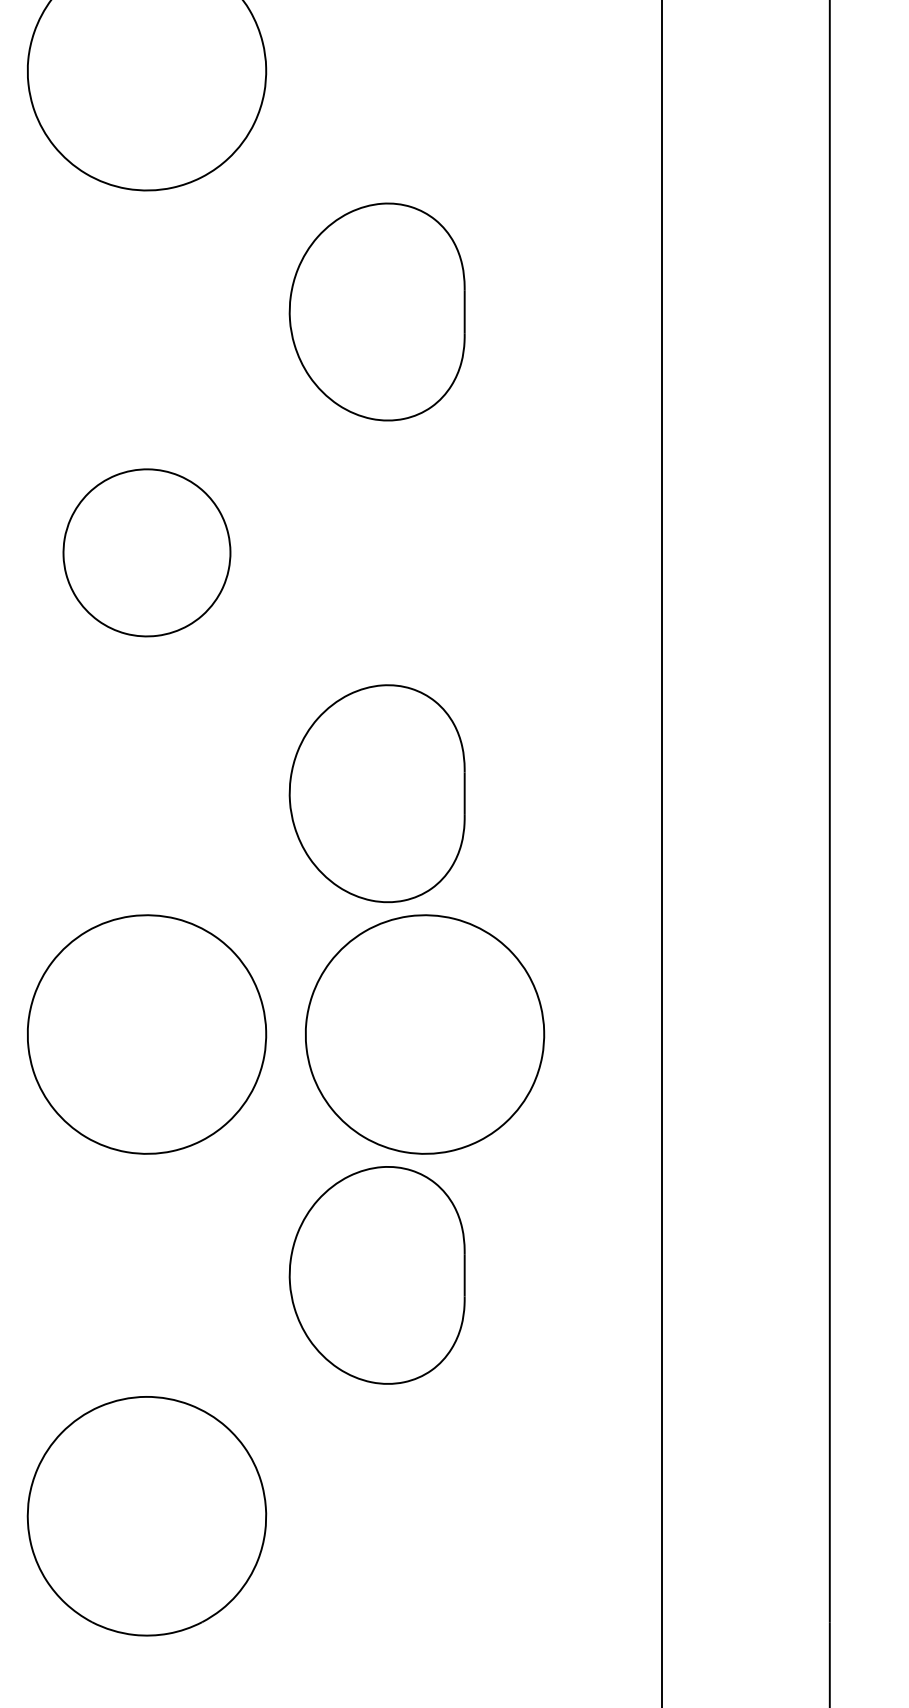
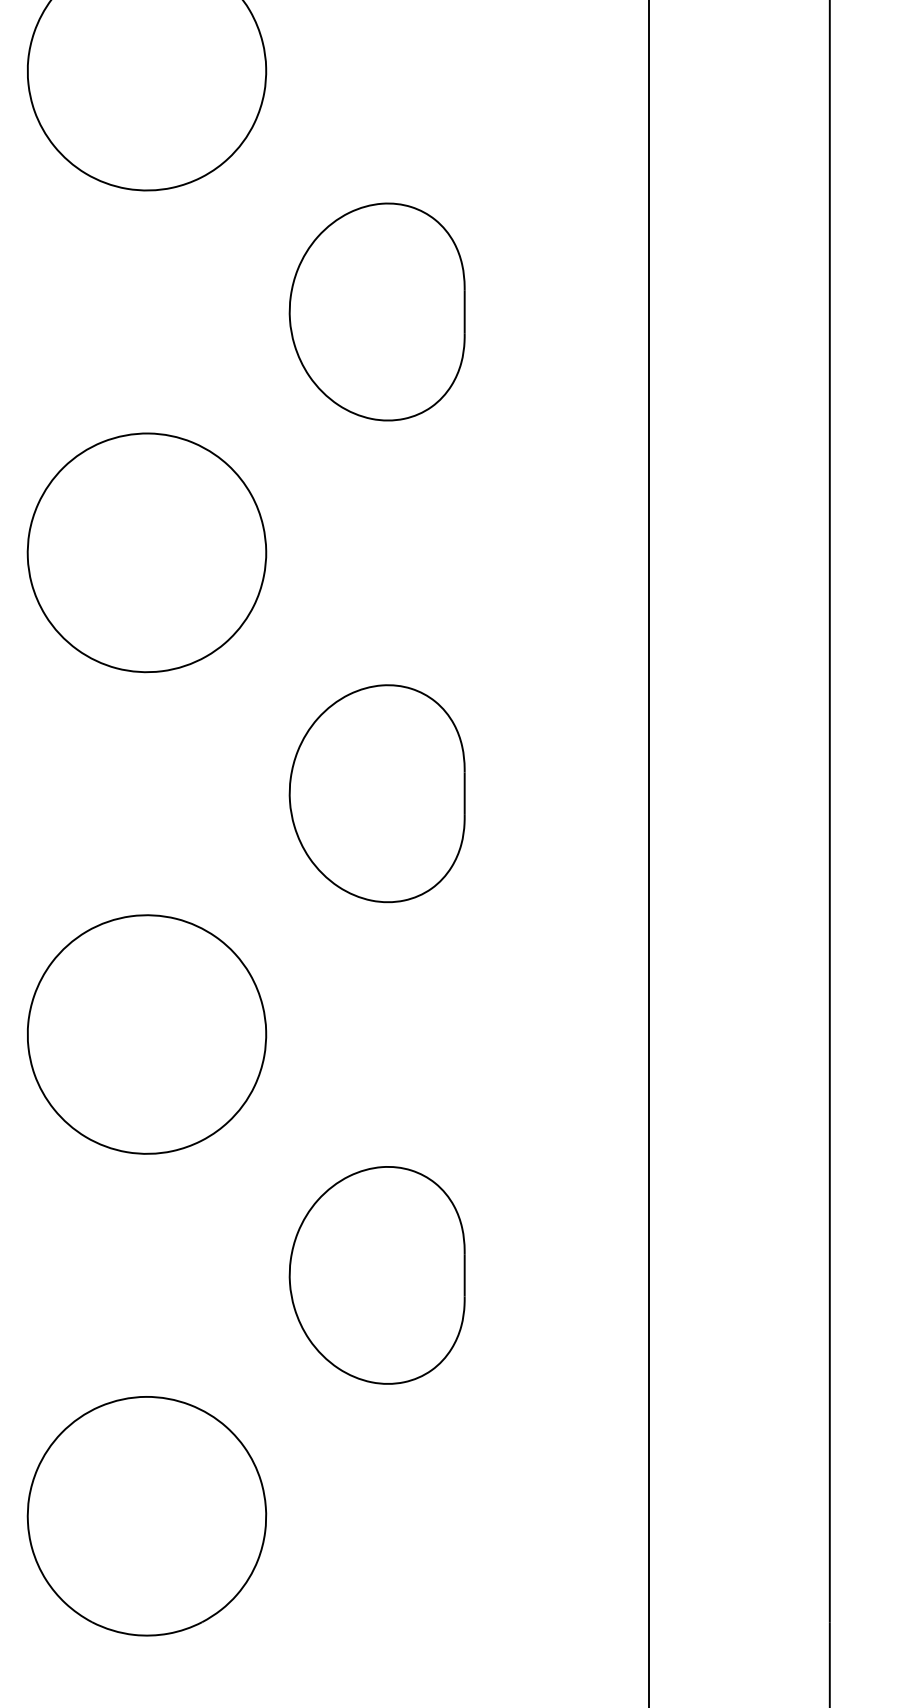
part at (146, 552) size: 170x170 px -> 242x242 px
line at (662, 853) position: (662, 853) -> (649, 853)
part at (425, 1034): present -> none
